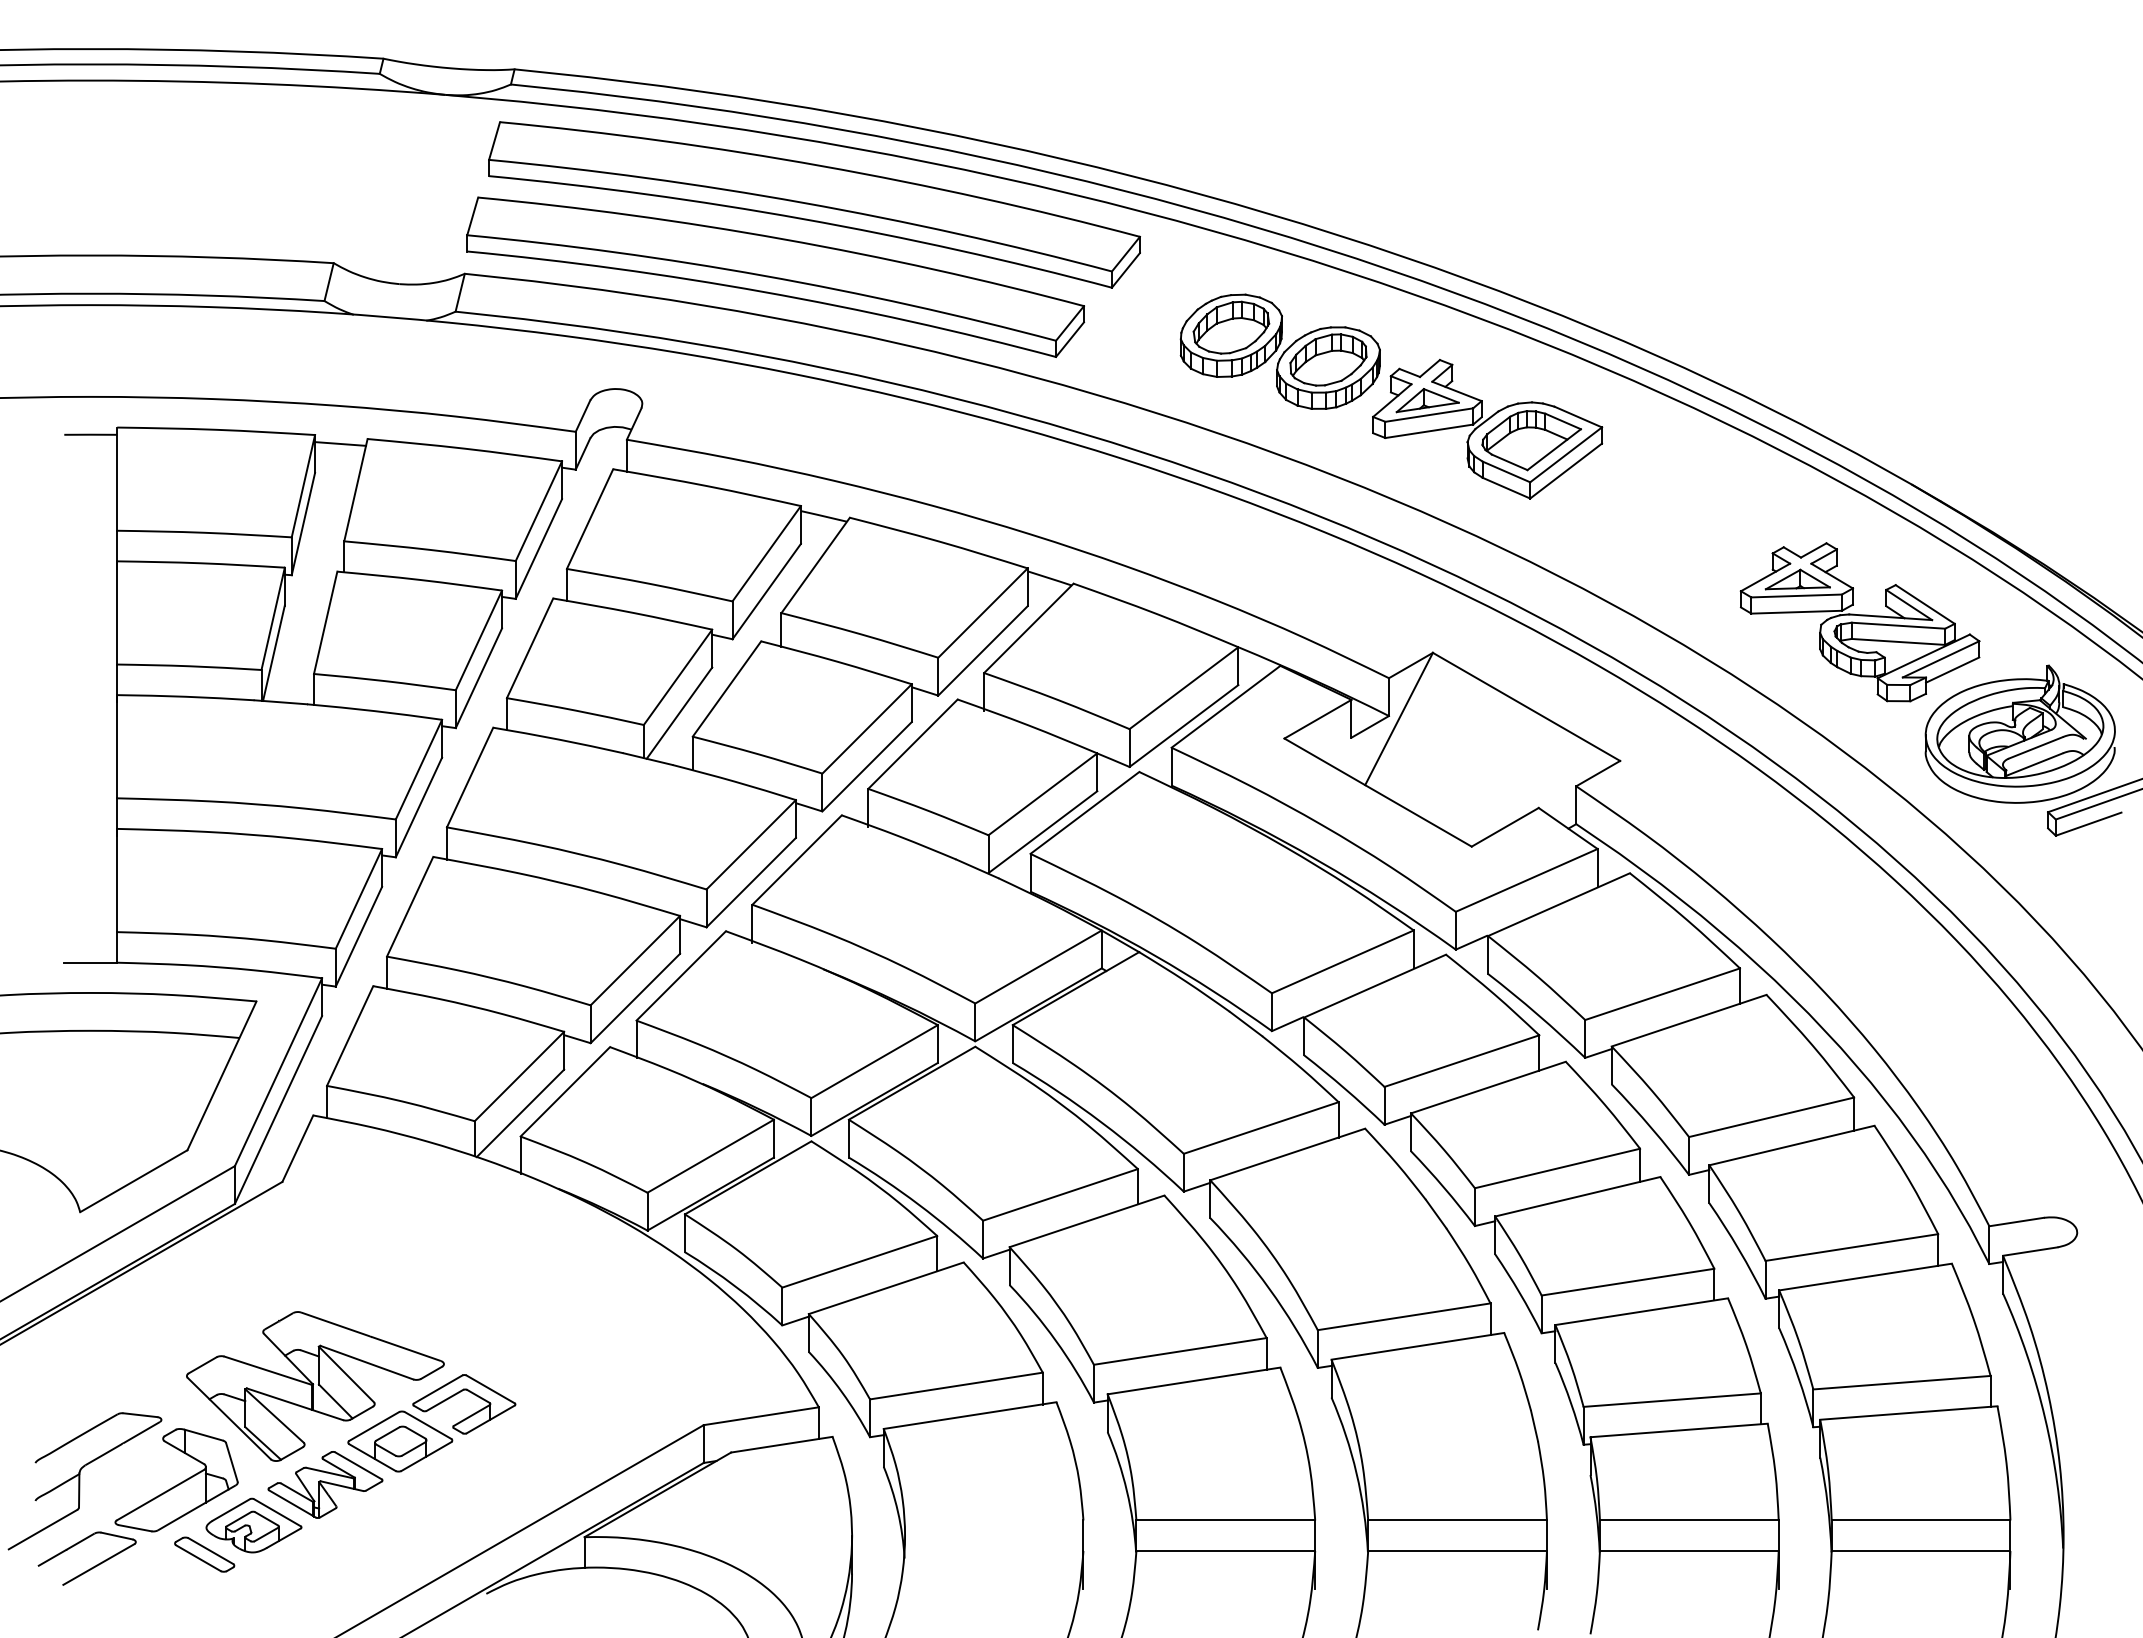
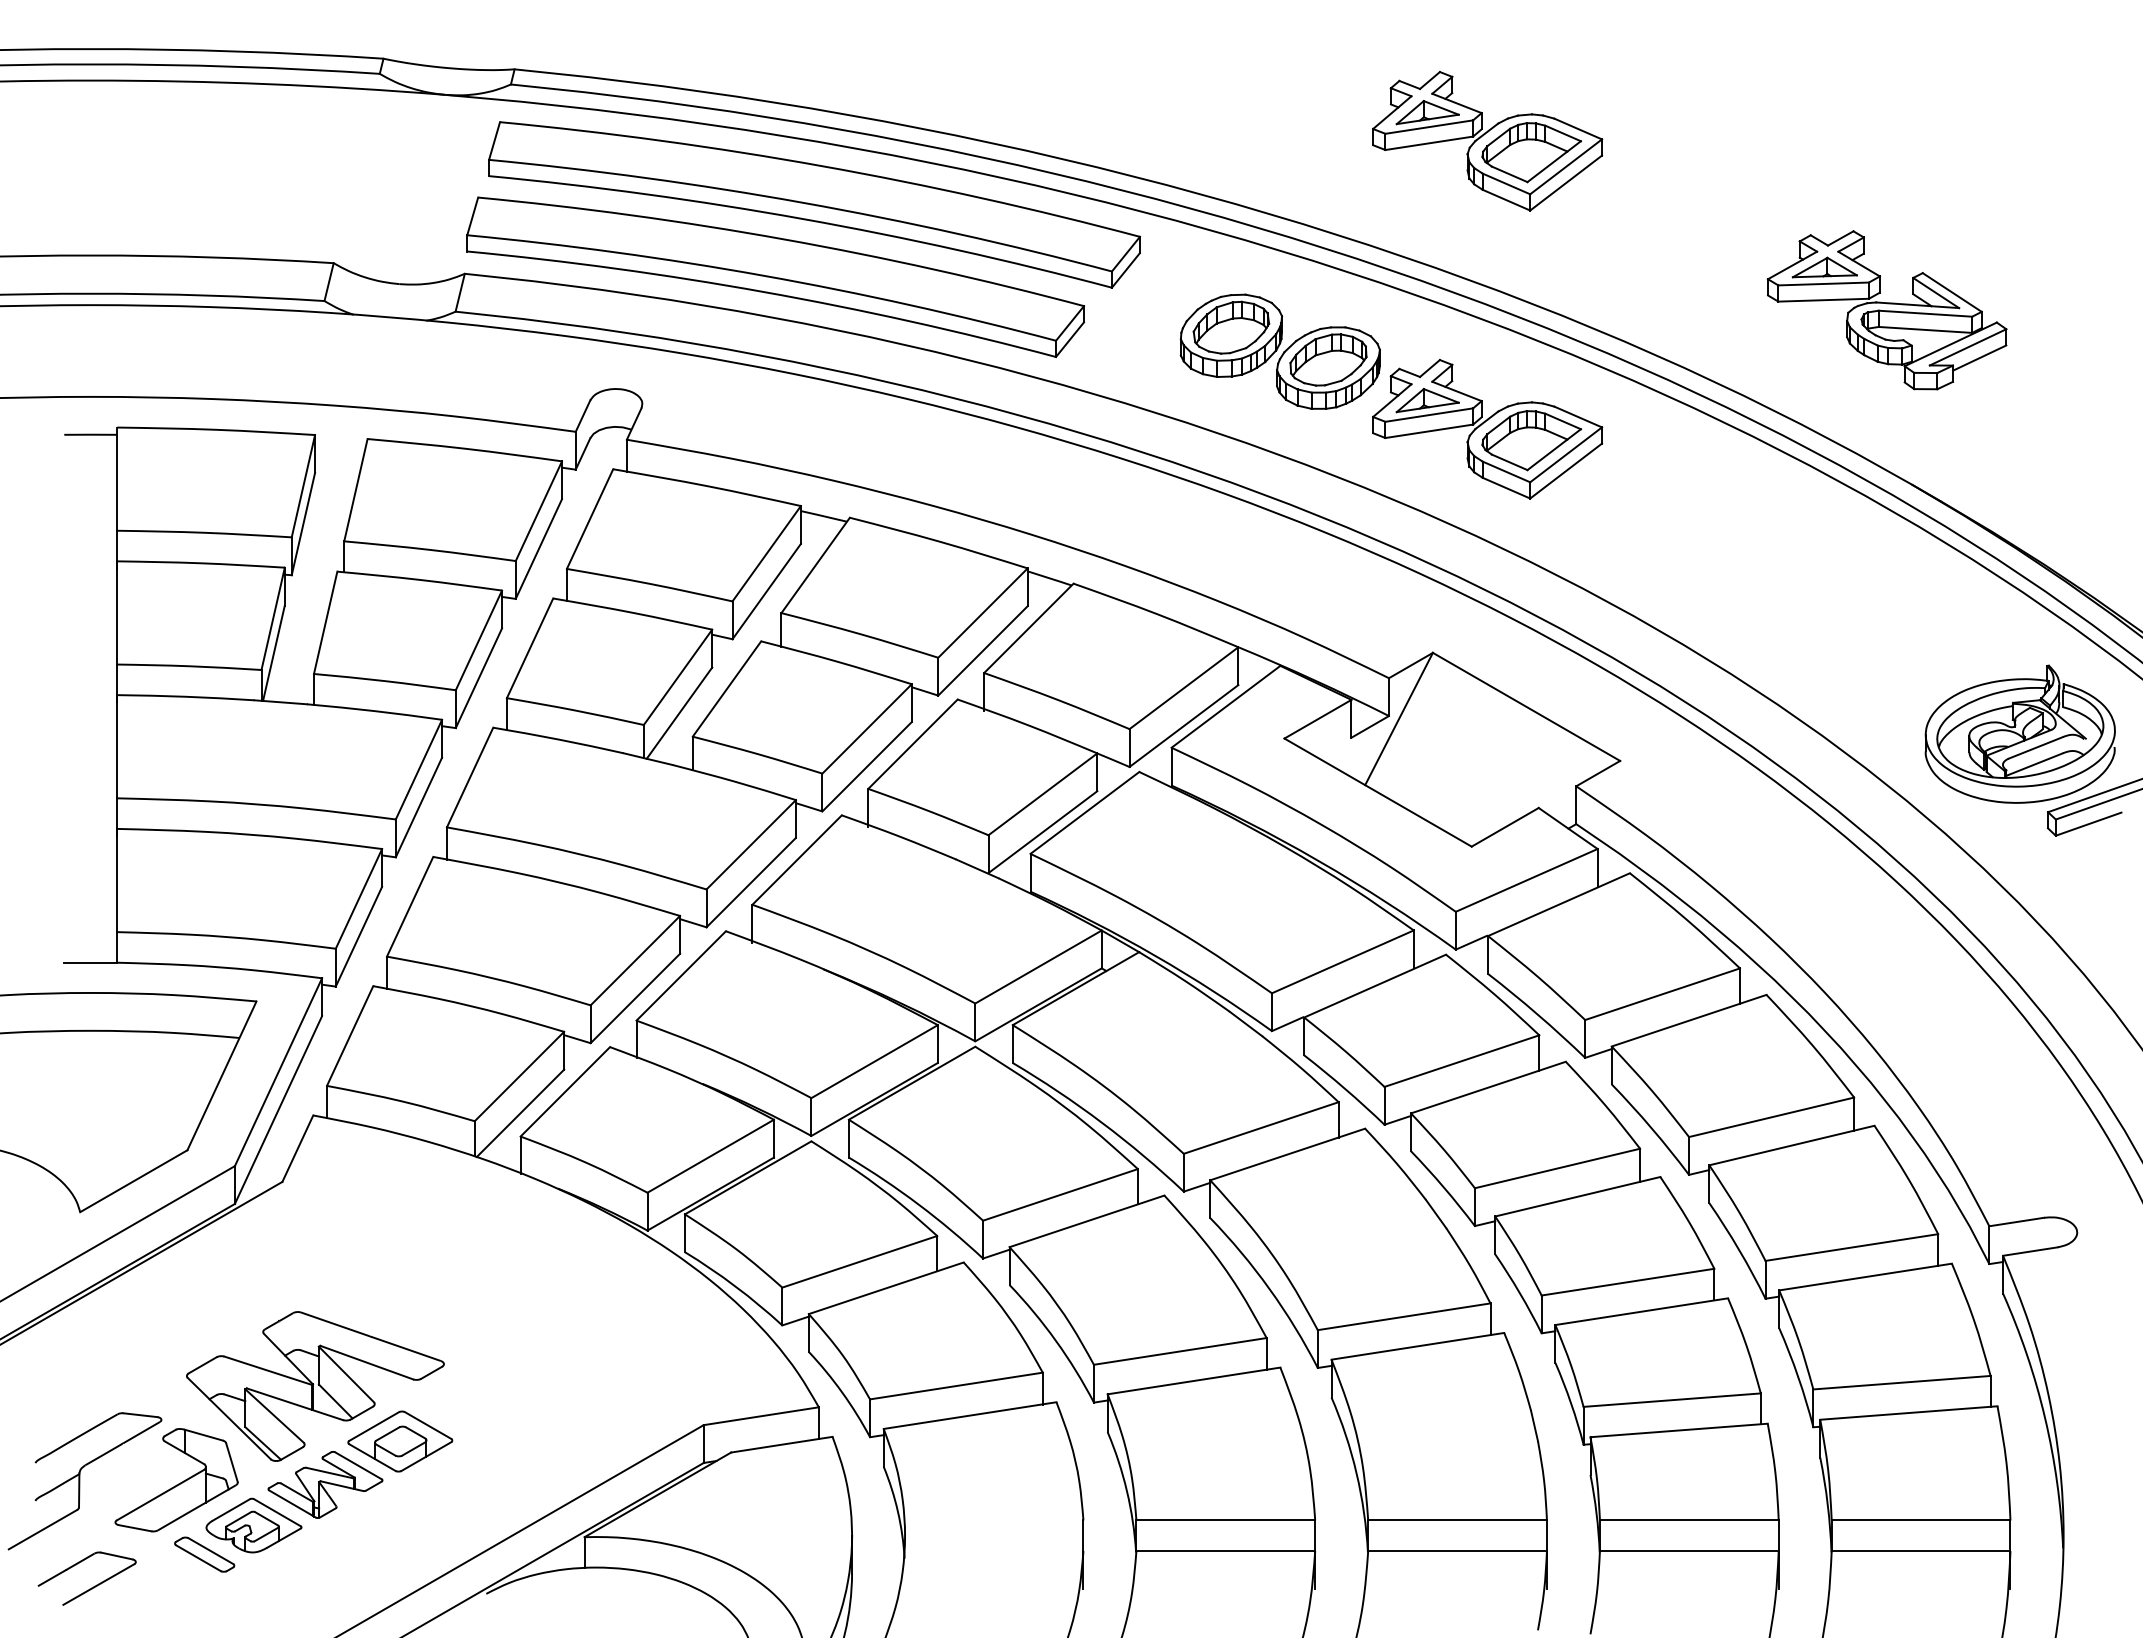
part at (1487, 141): none -> present
line at (340, 443): present -> none
part at (1859, 622) position: (1859, 622) -> (1886, 310)
part at (459, 1393): present -> none
part at (91, 1567) position: (91, 1567) -> (91, 1587)
